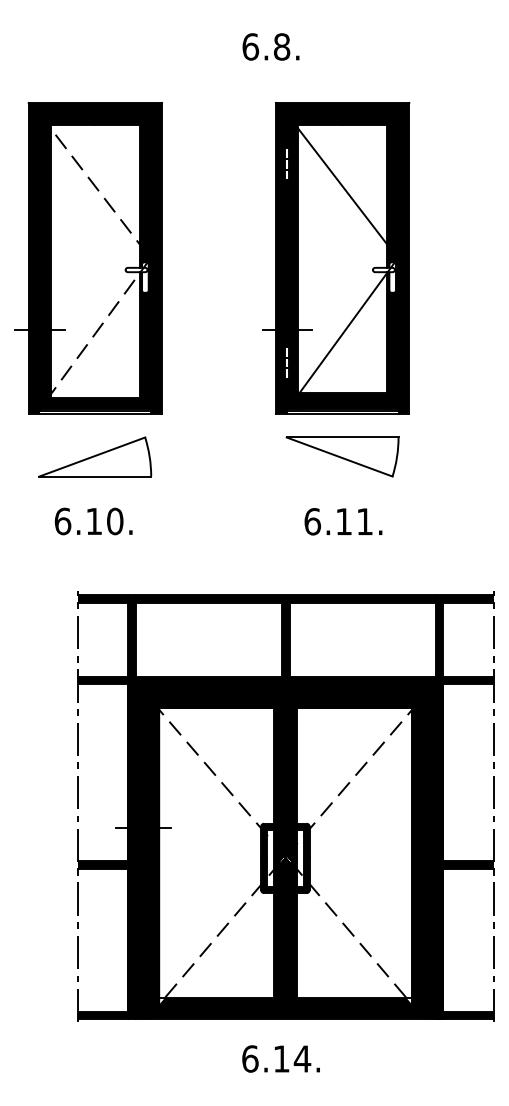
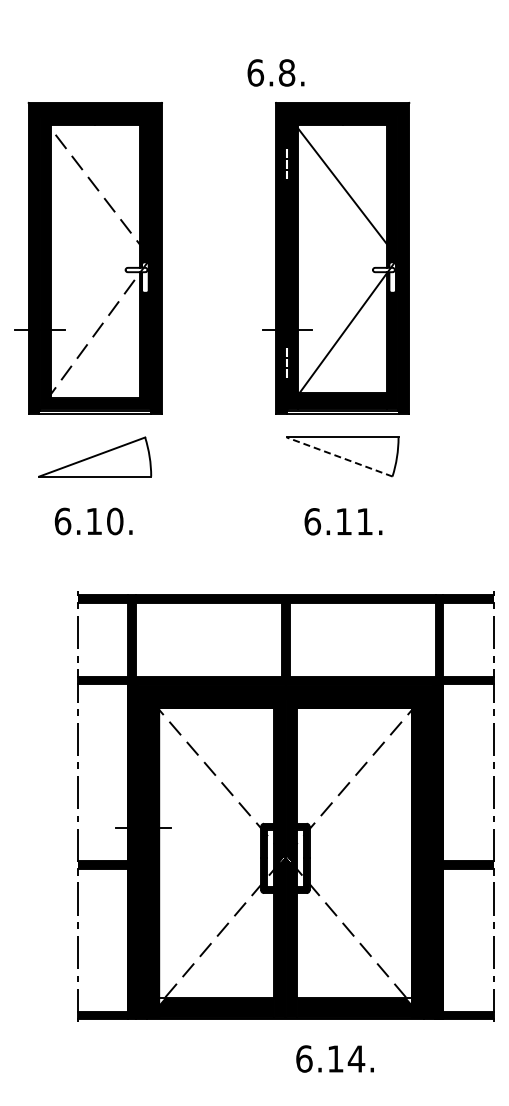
text at (270, 46) position: (270, 46) -> (275, 72)
line at (339, 456): solid -> dashed
text at (280, 1058) position: (280, 1058) -> (334, 1058)
